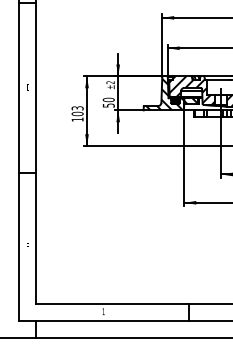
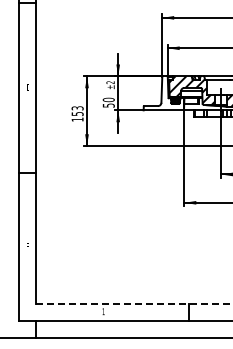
hatch at (172, 94): present -> none
text at (77, 113): 103 -> 153
line at (134, 303): solid -> dashed
